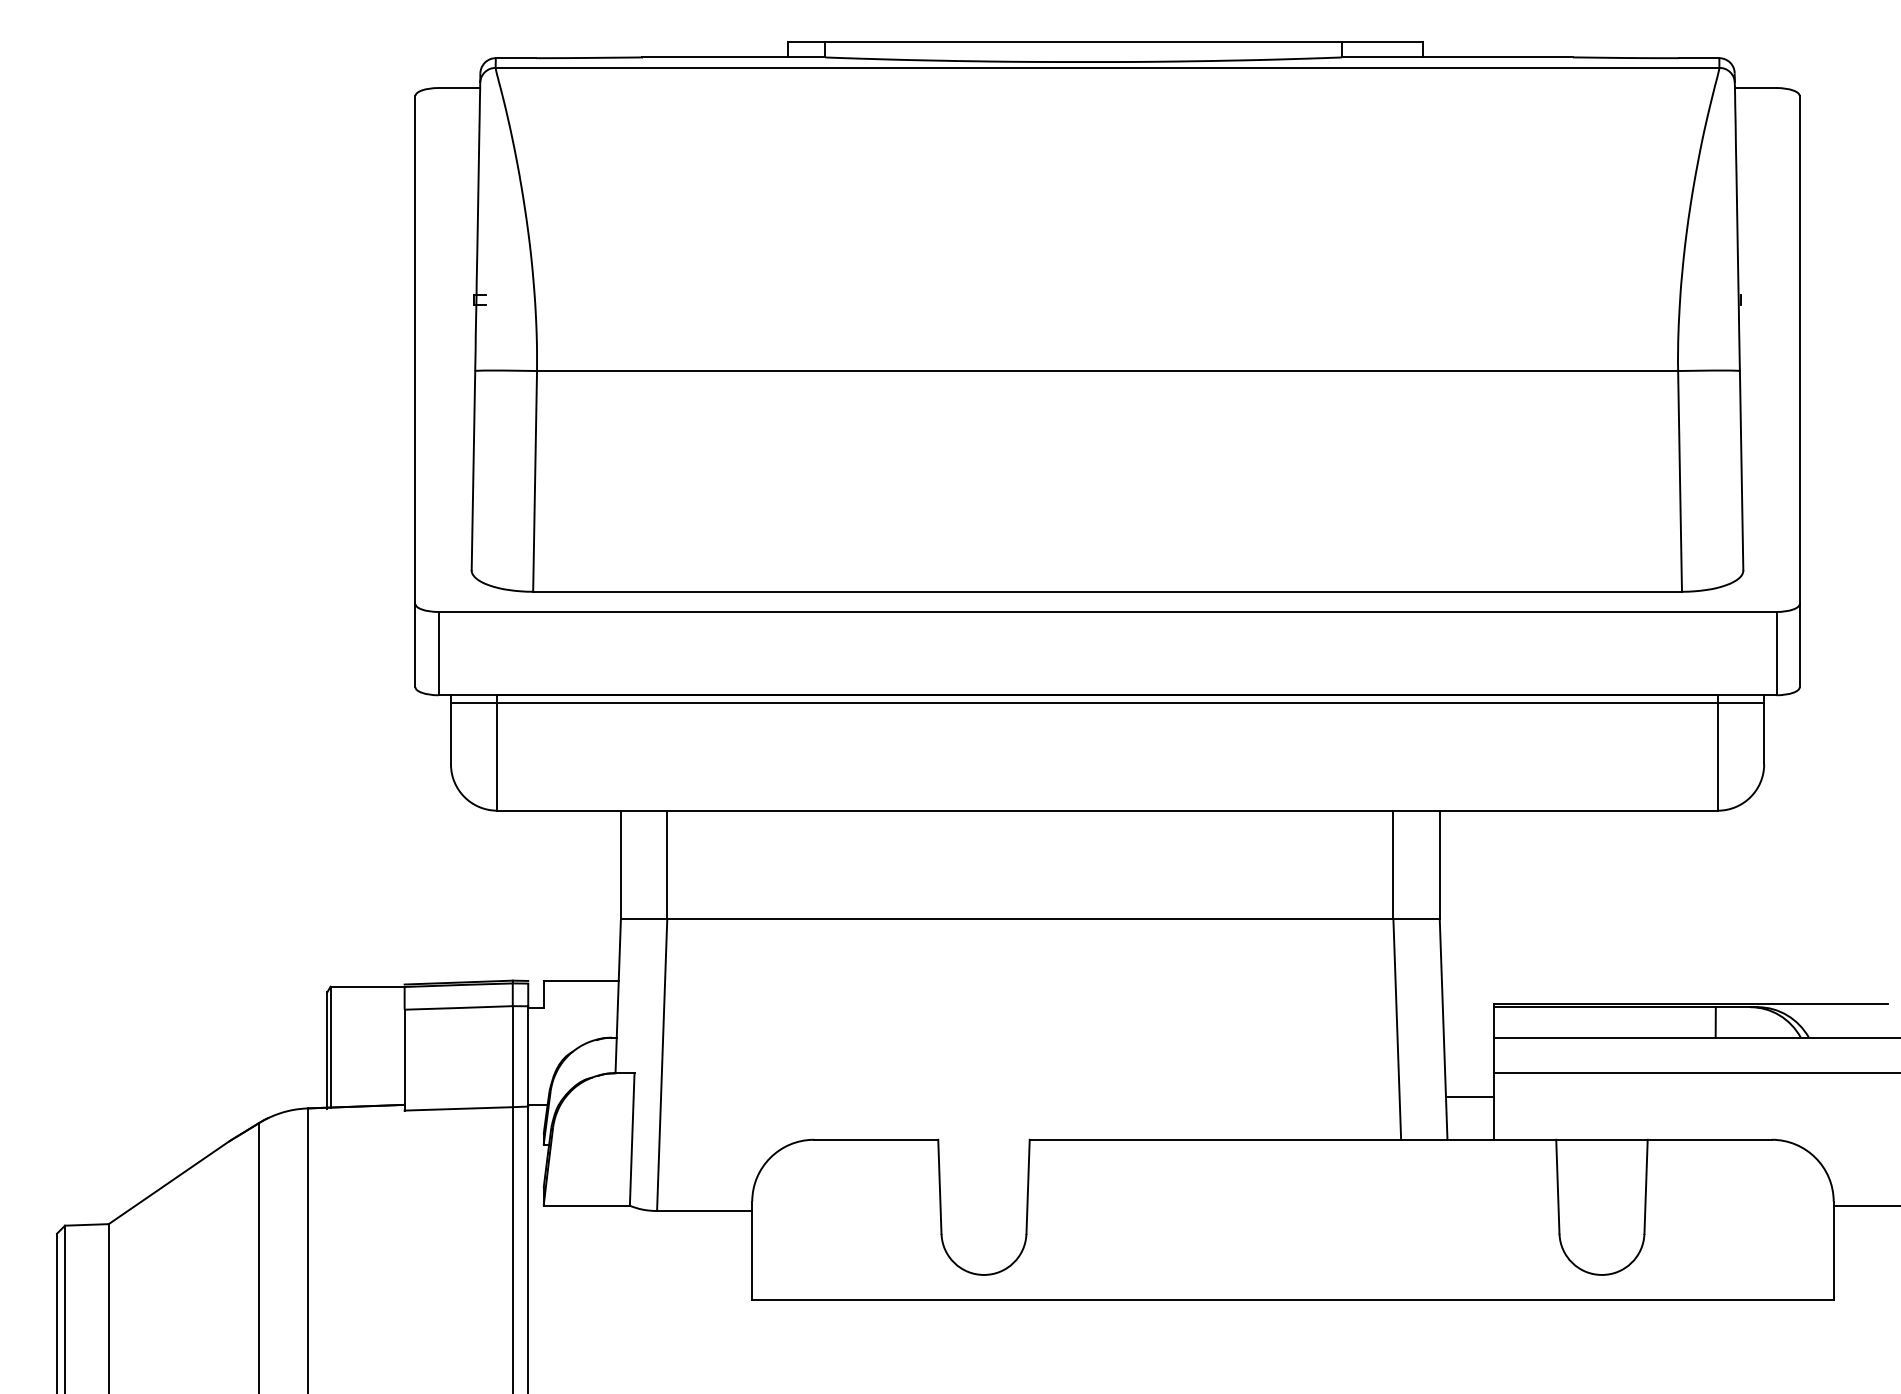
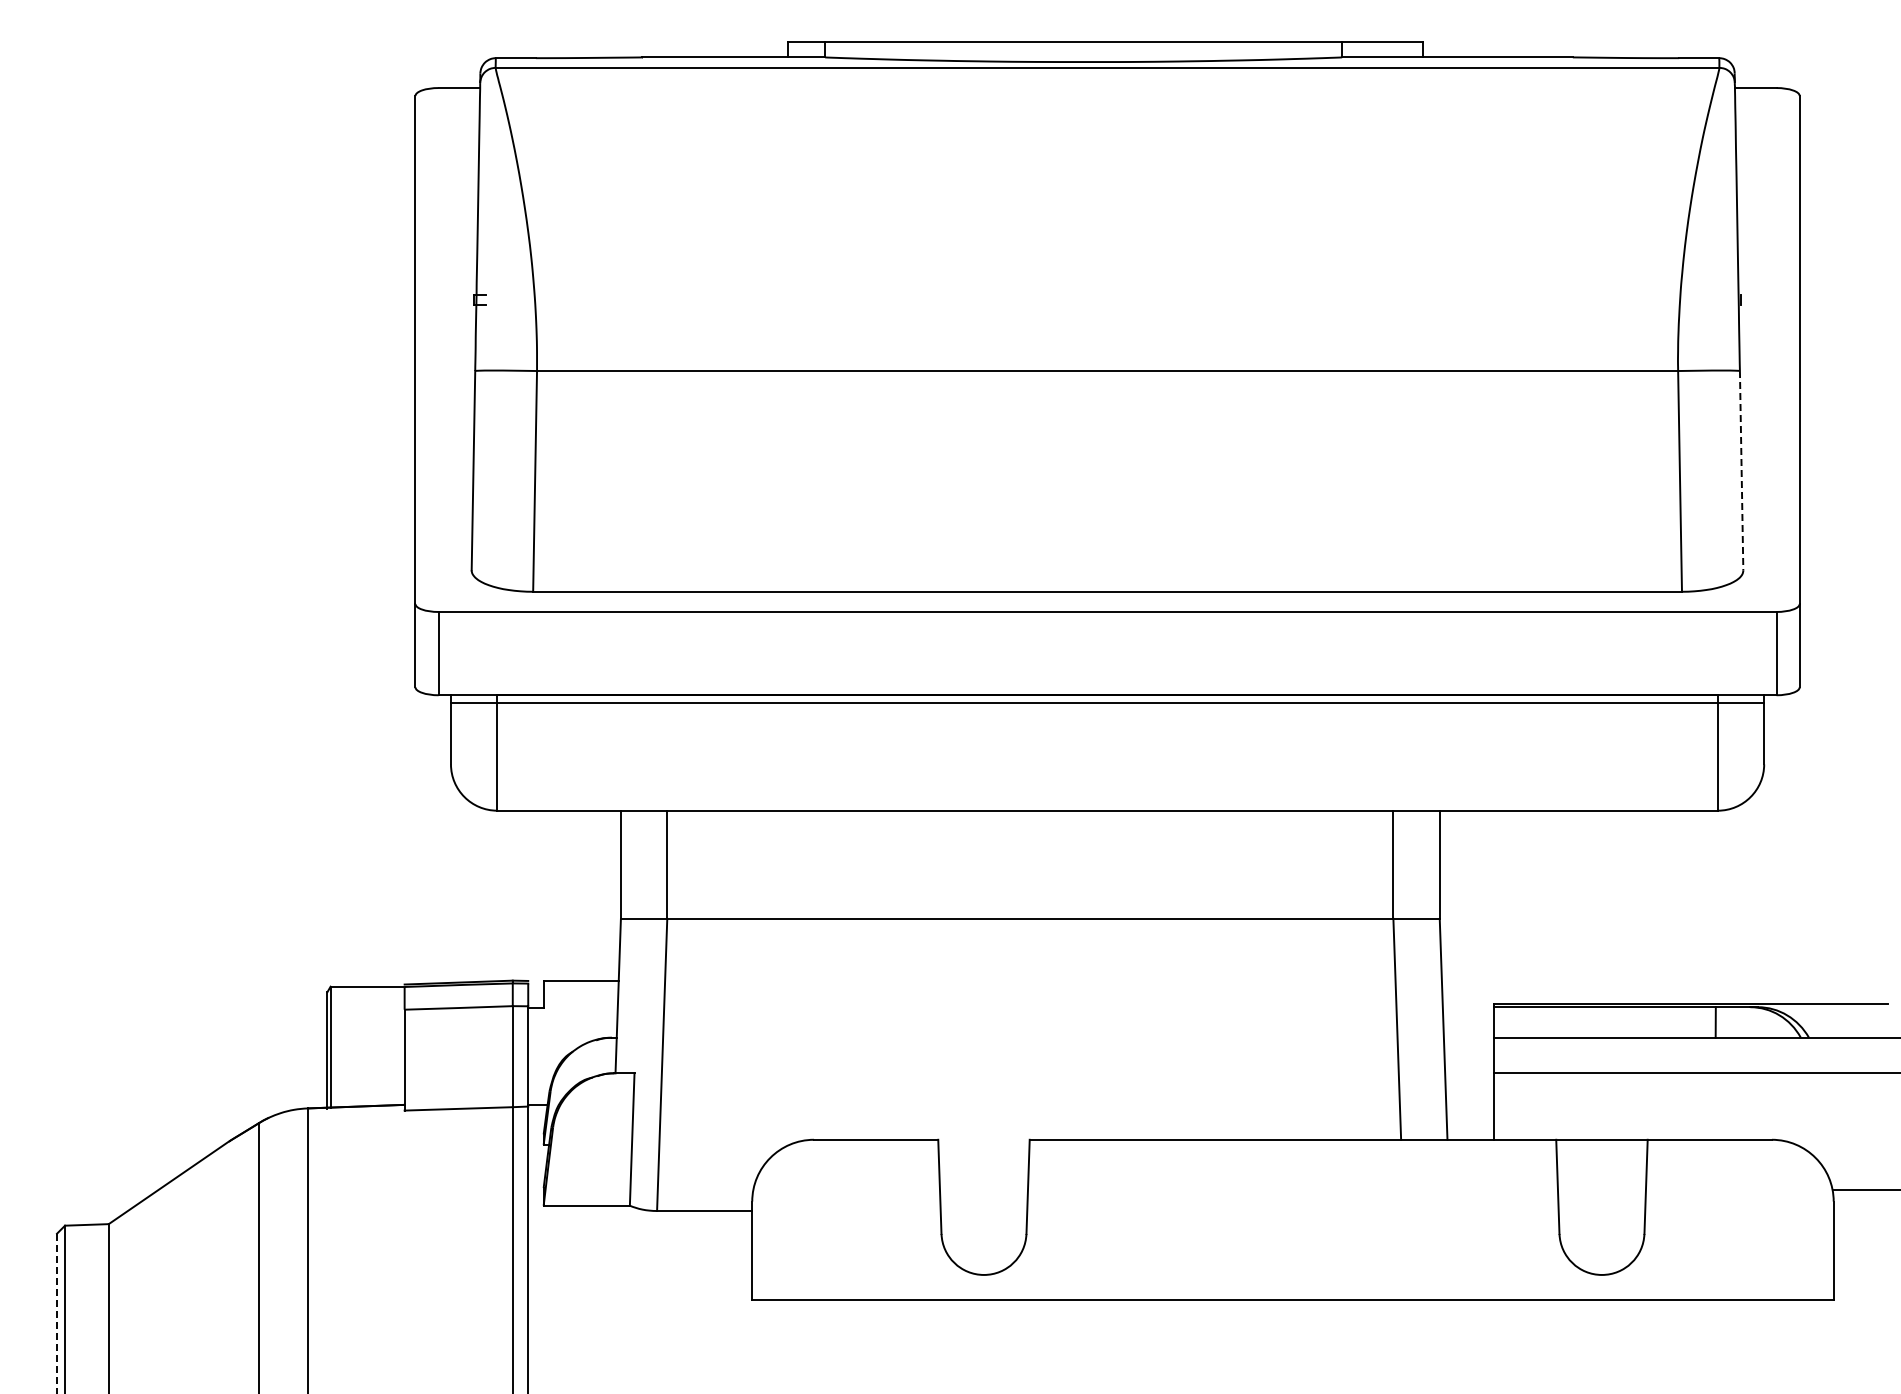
line at (1741, 470): solid -> dashed
line at (1469, 1096): present -> none
line at (1865, 1205) position: (1865, 1205) -> (1865, 1189)
line at (57, 1313): solid -> dashed
